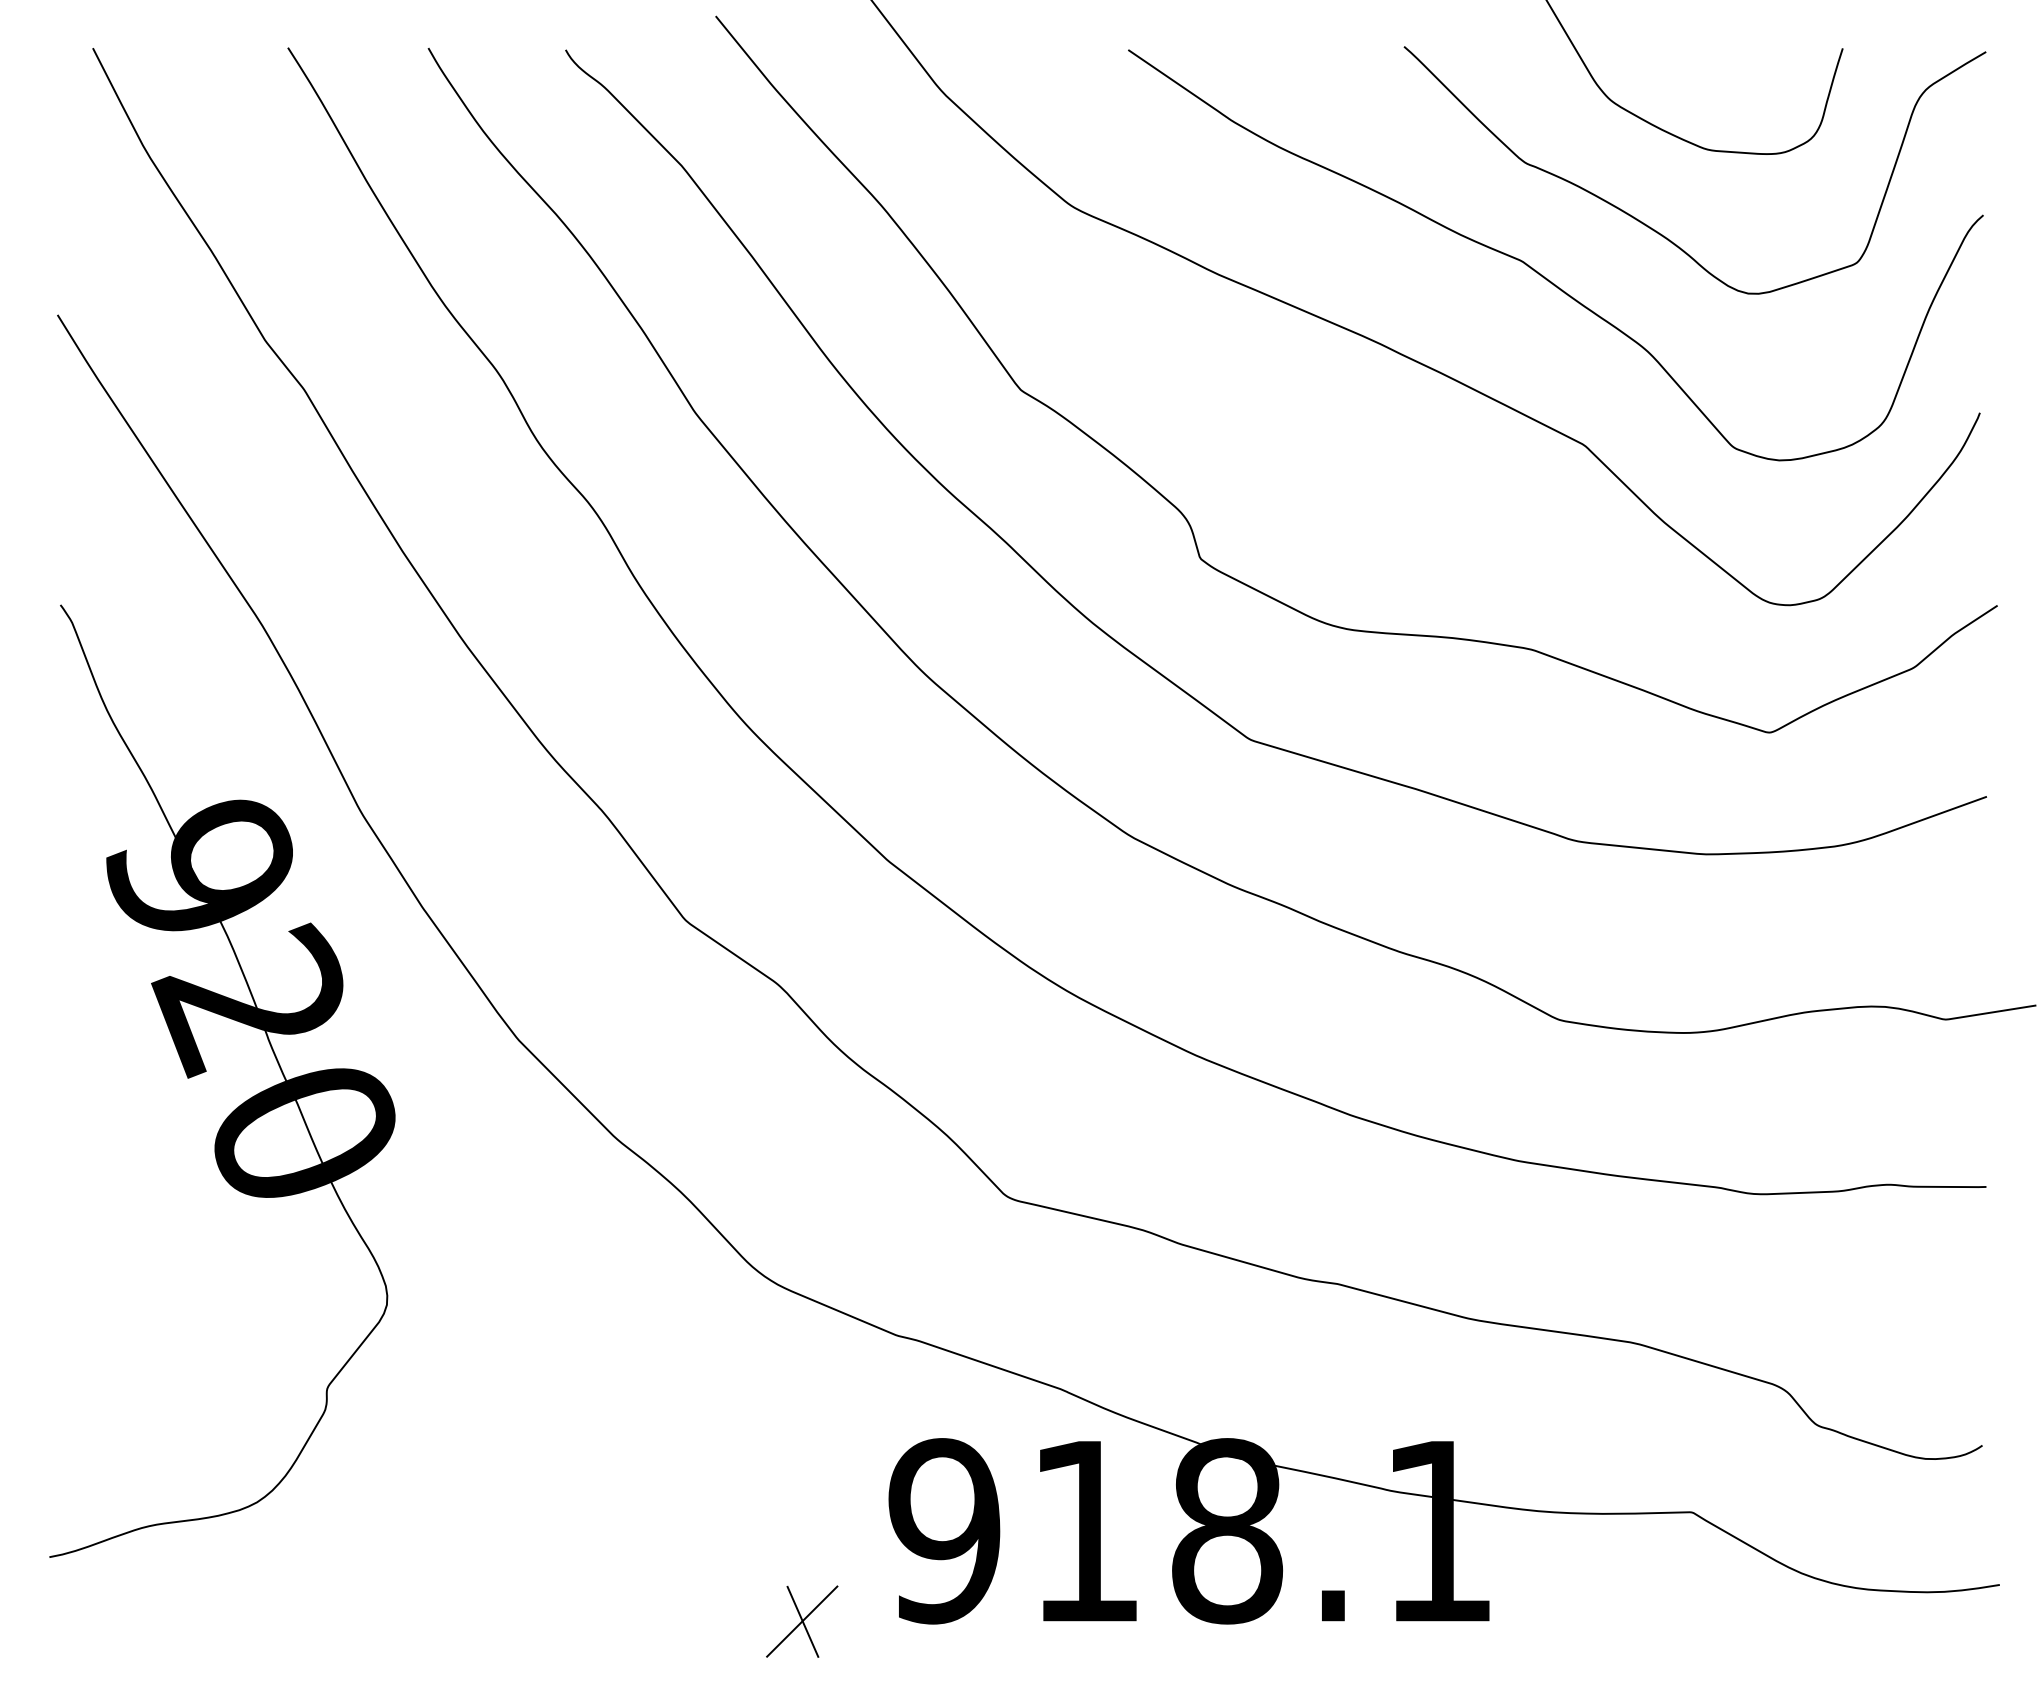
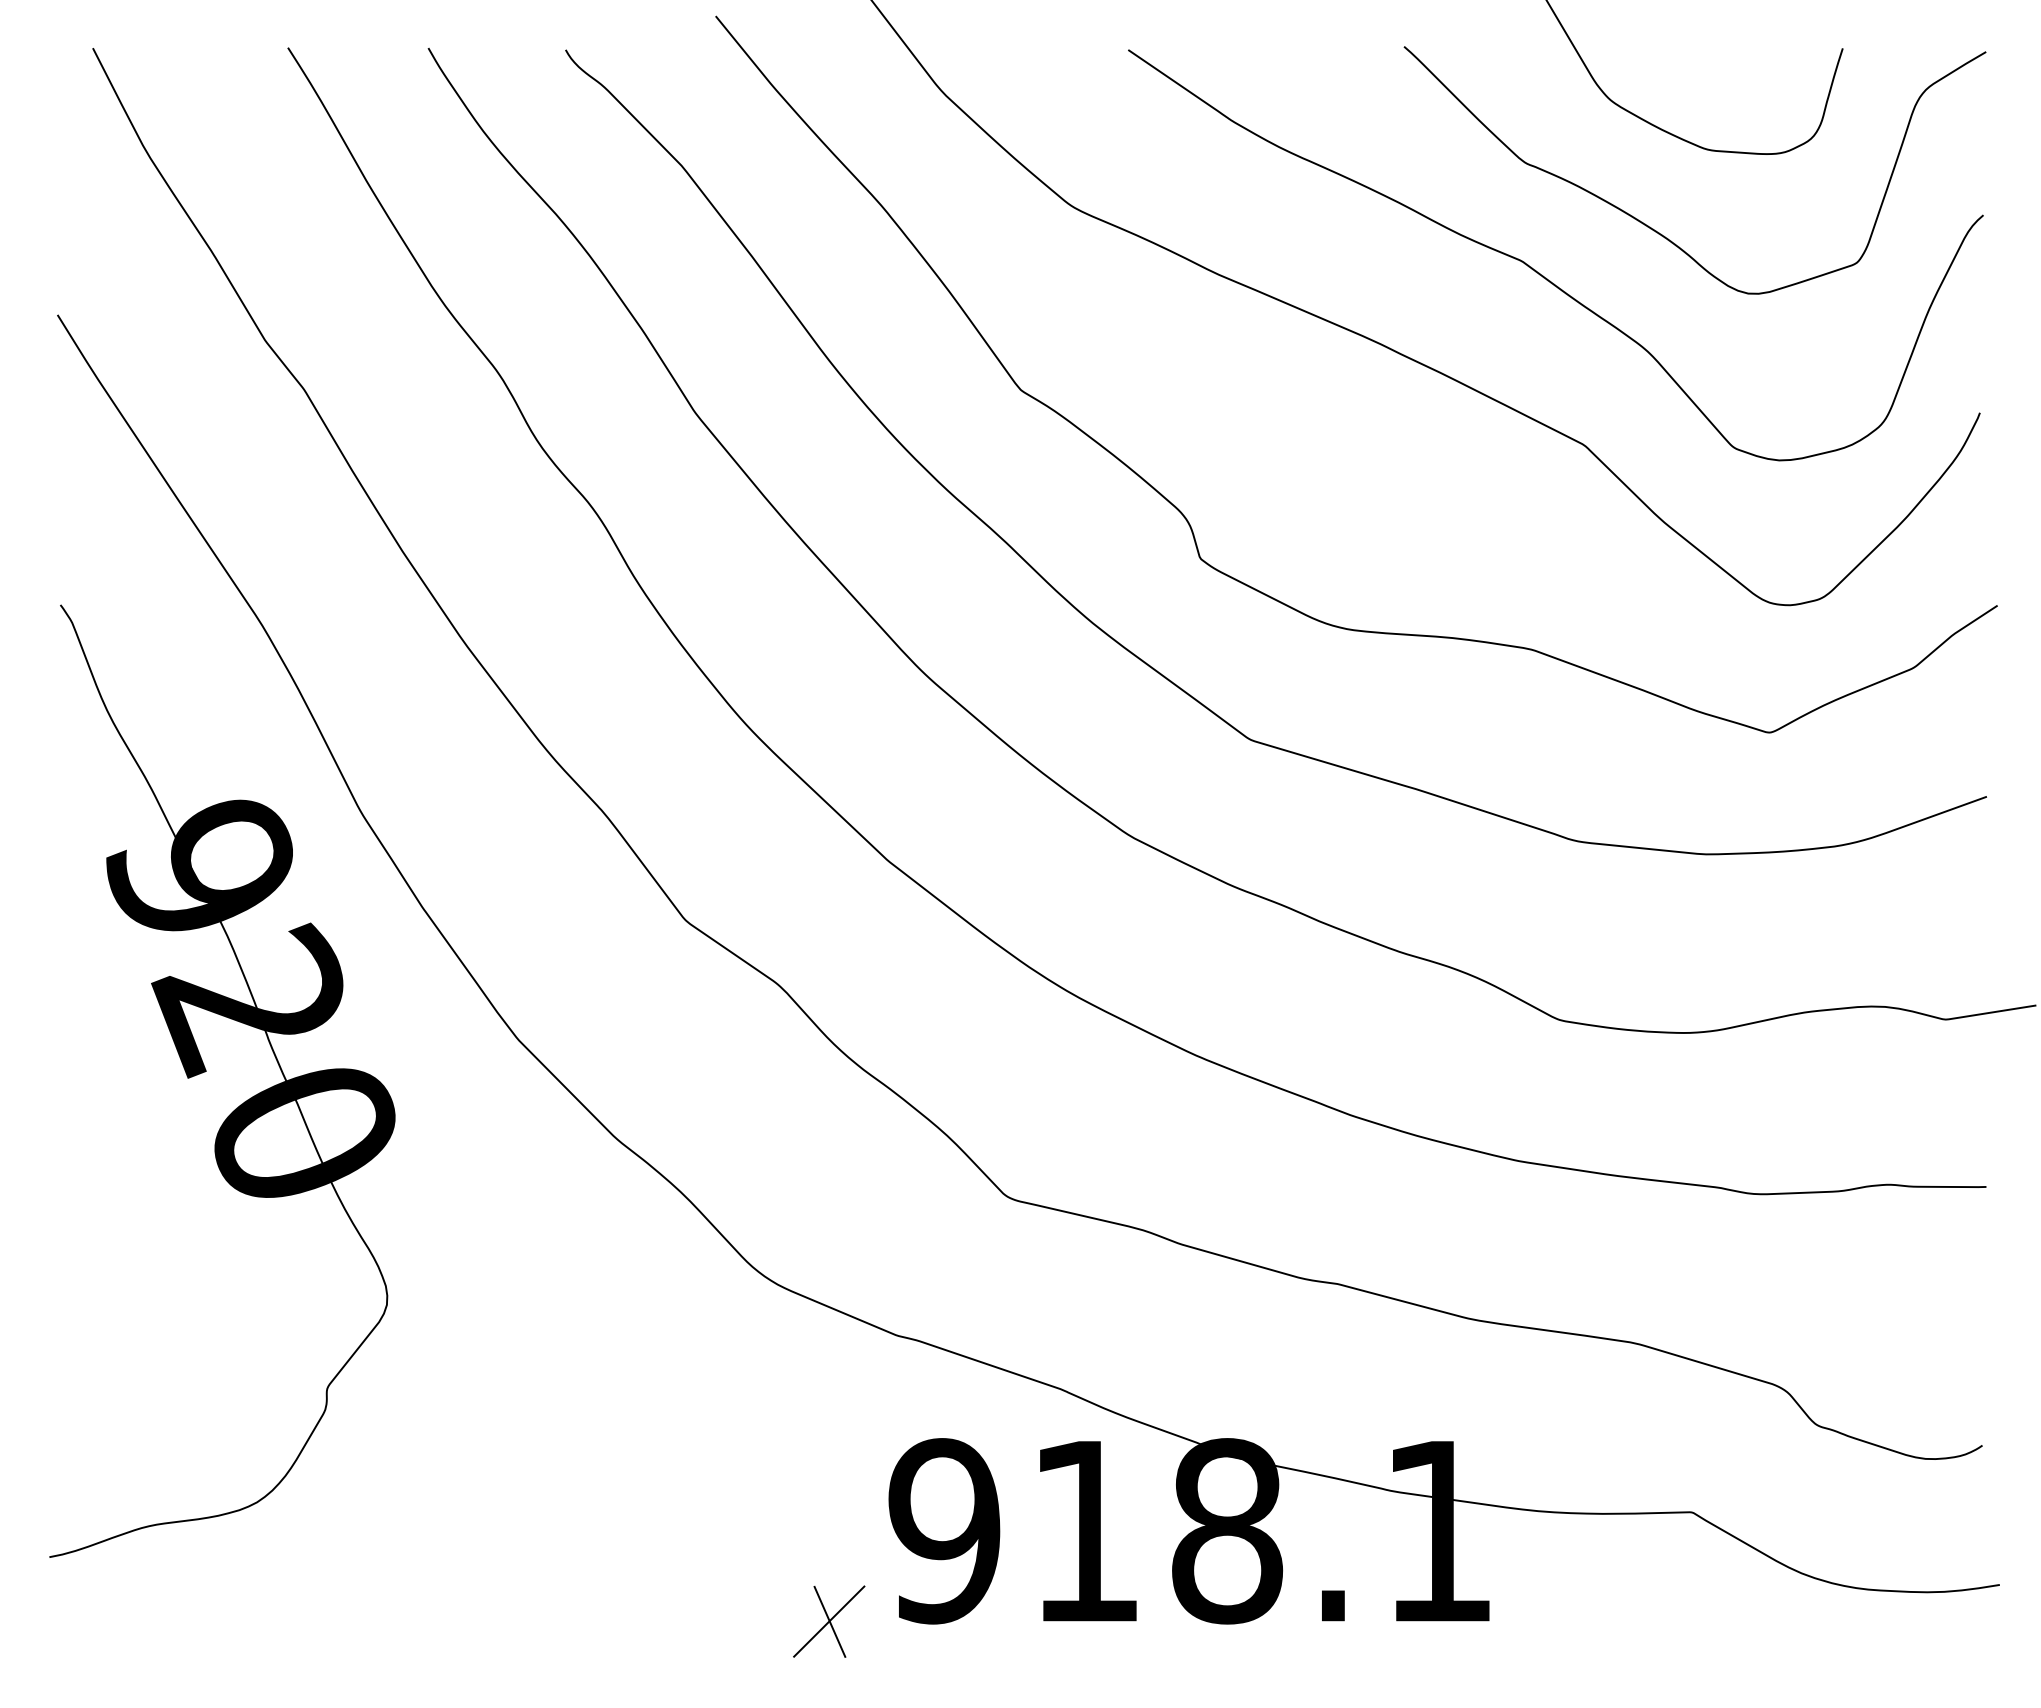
part at (802, 1621) position: (802, 1621) -> (829, 1621)
